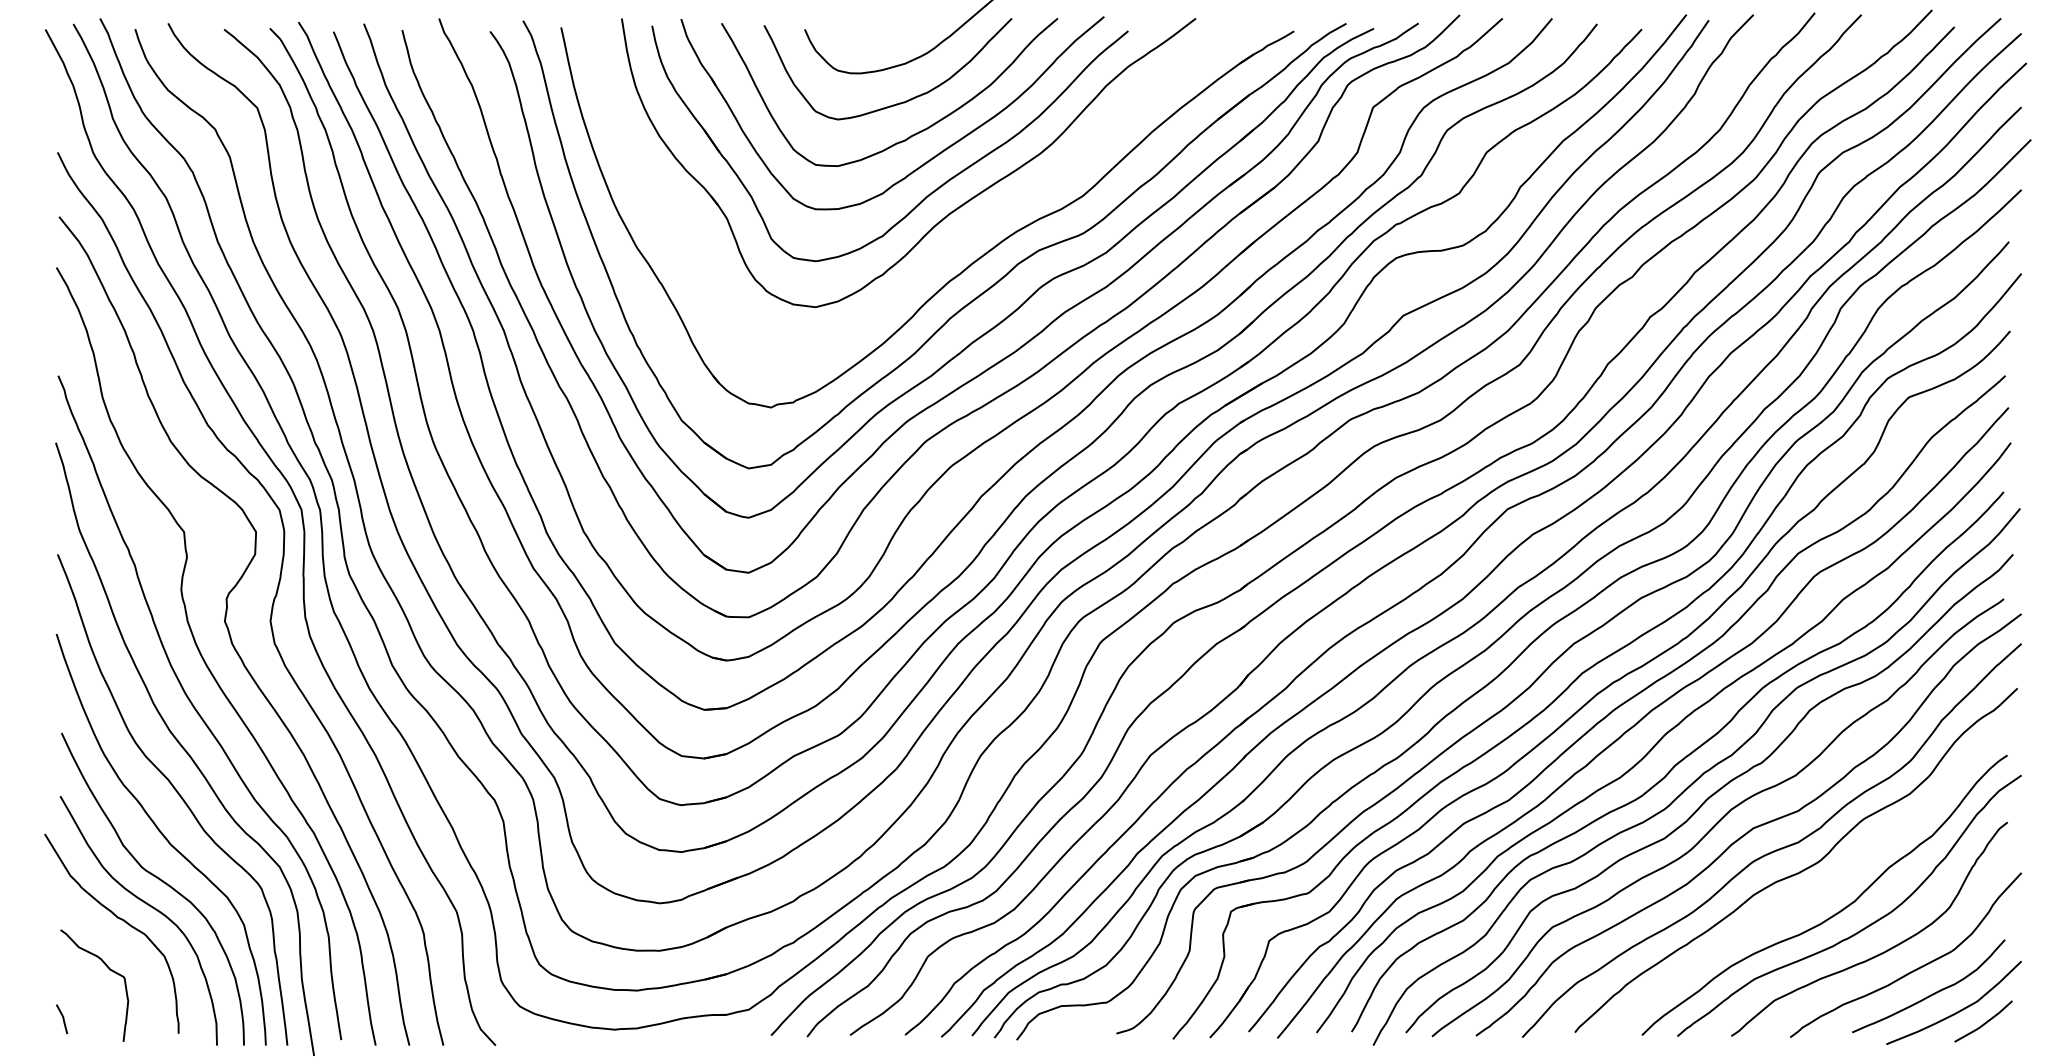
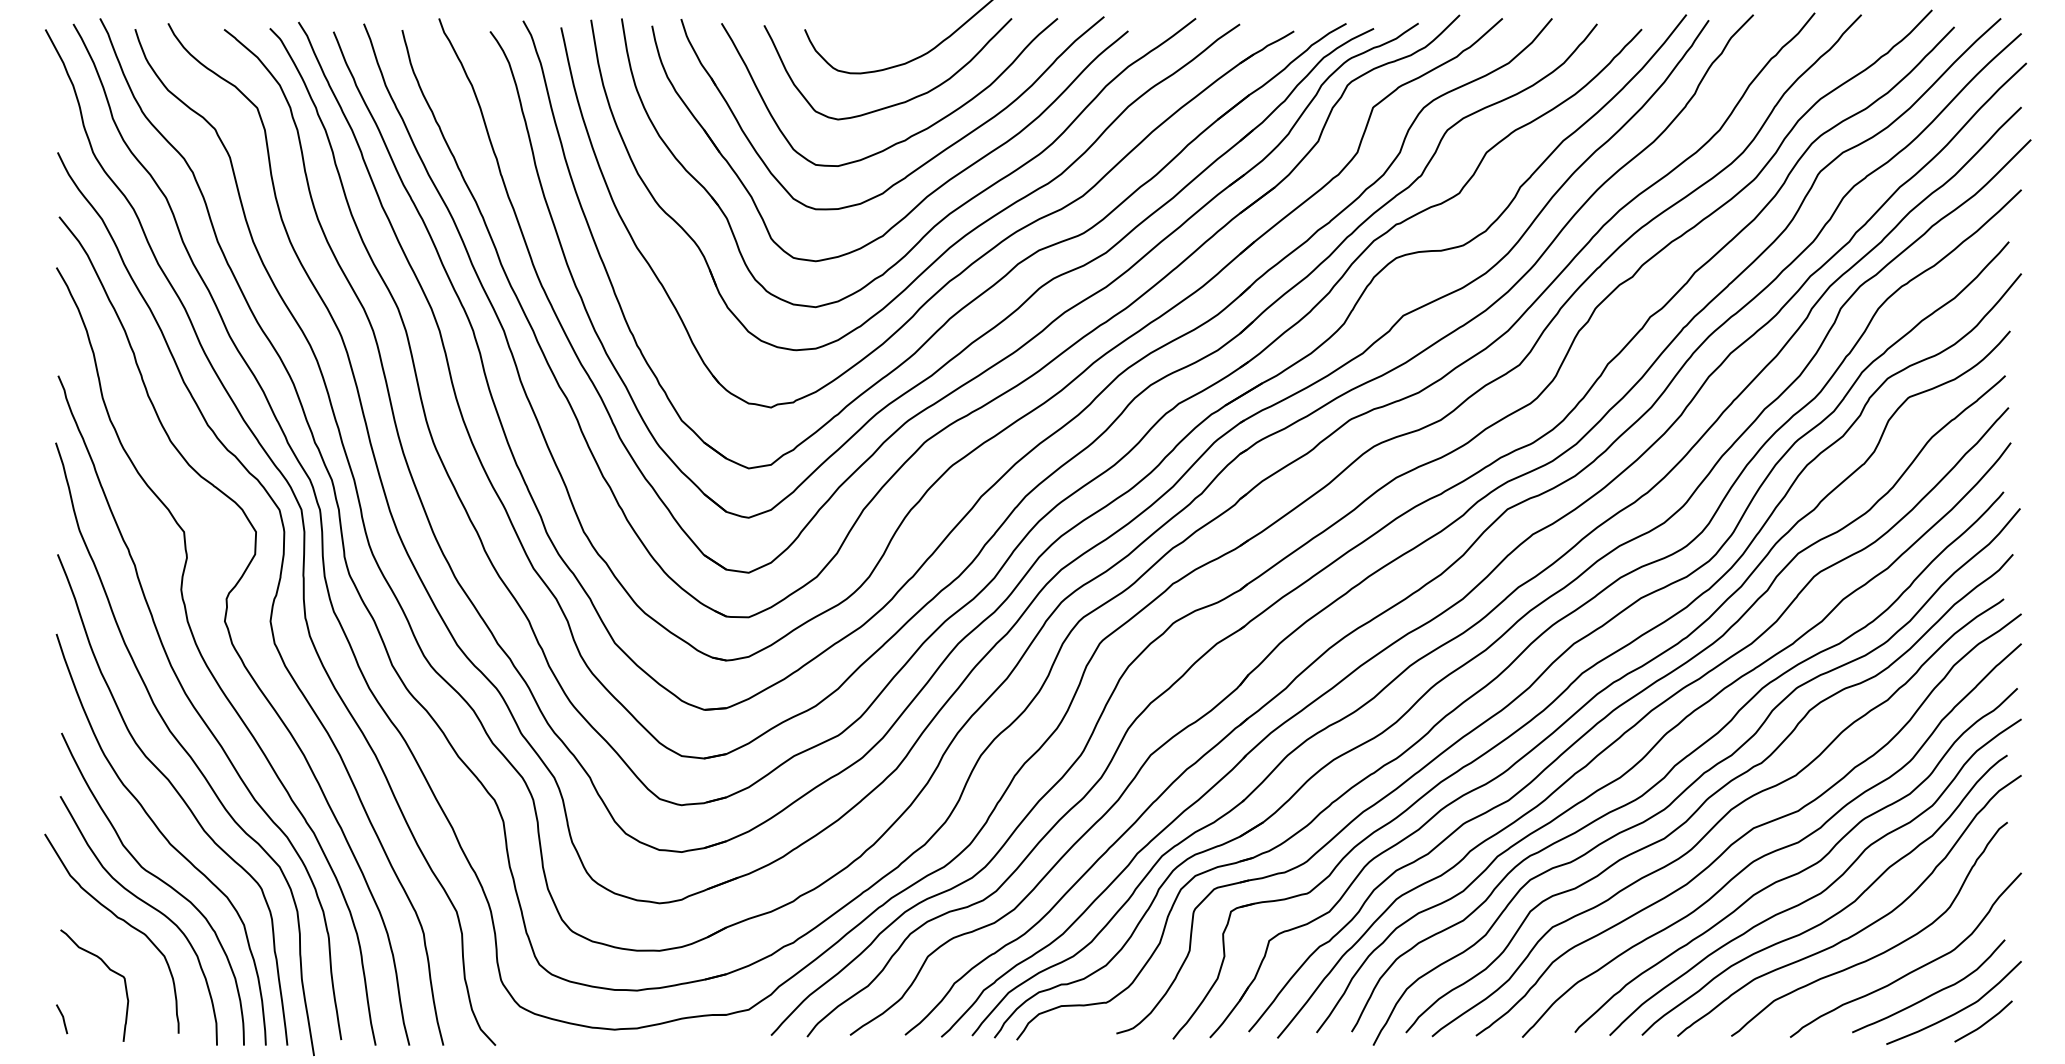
part at (958, 239): none -> present
curve at (1826, 887): none -> present
